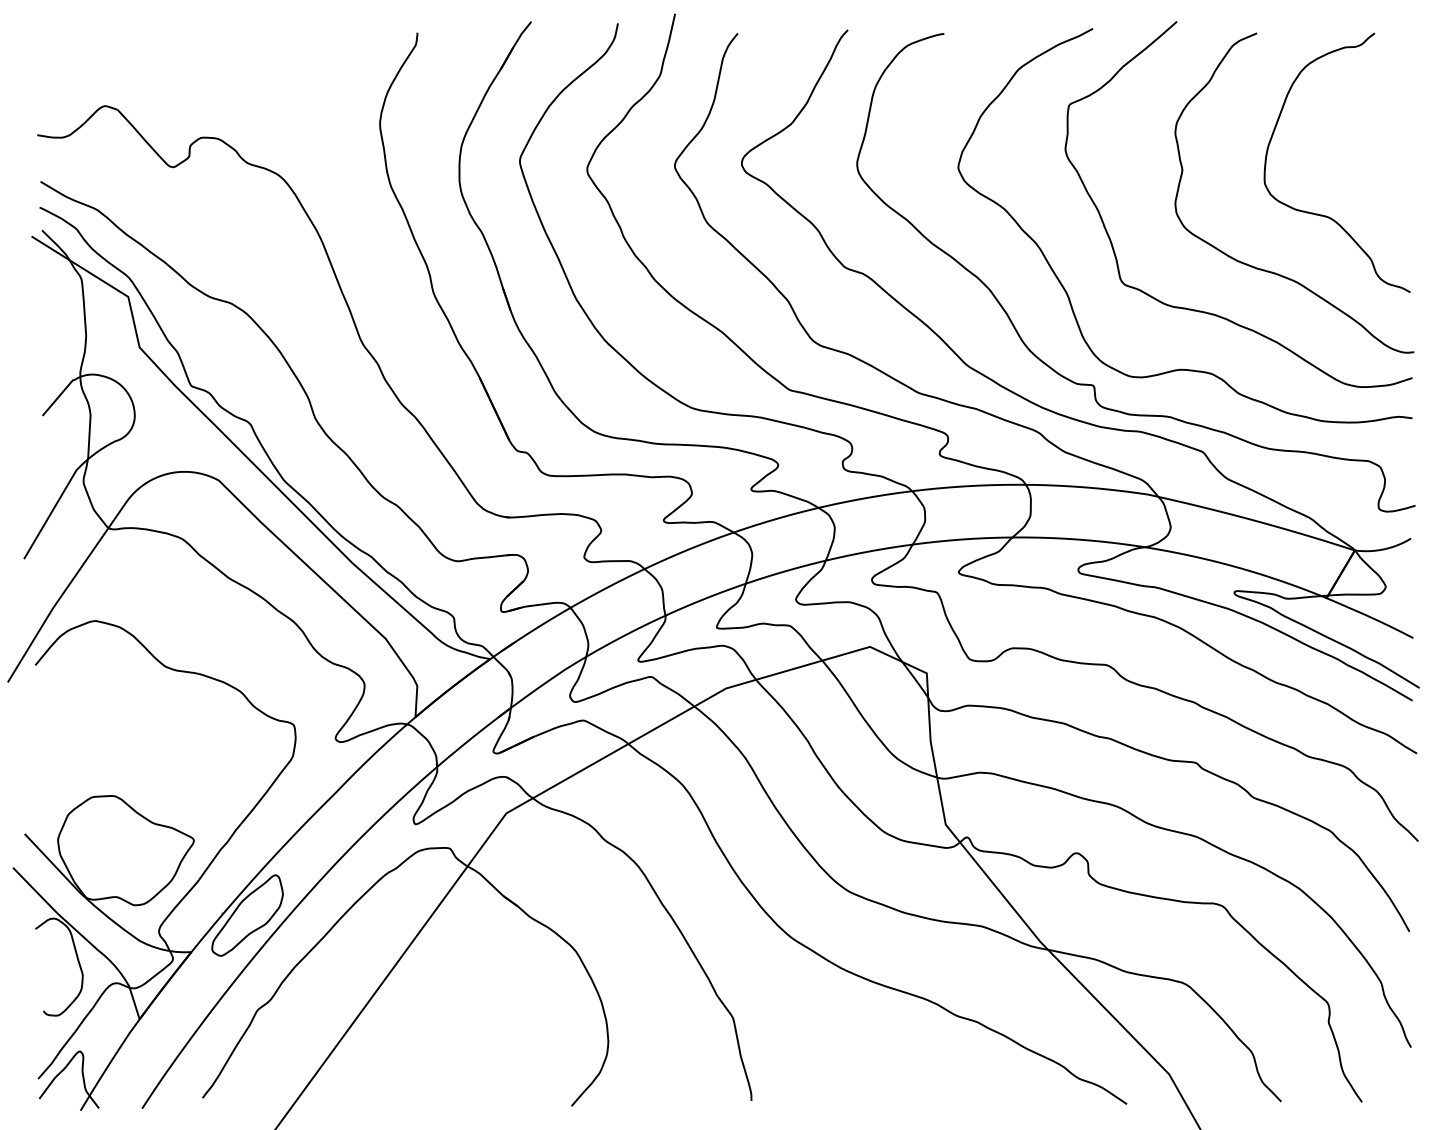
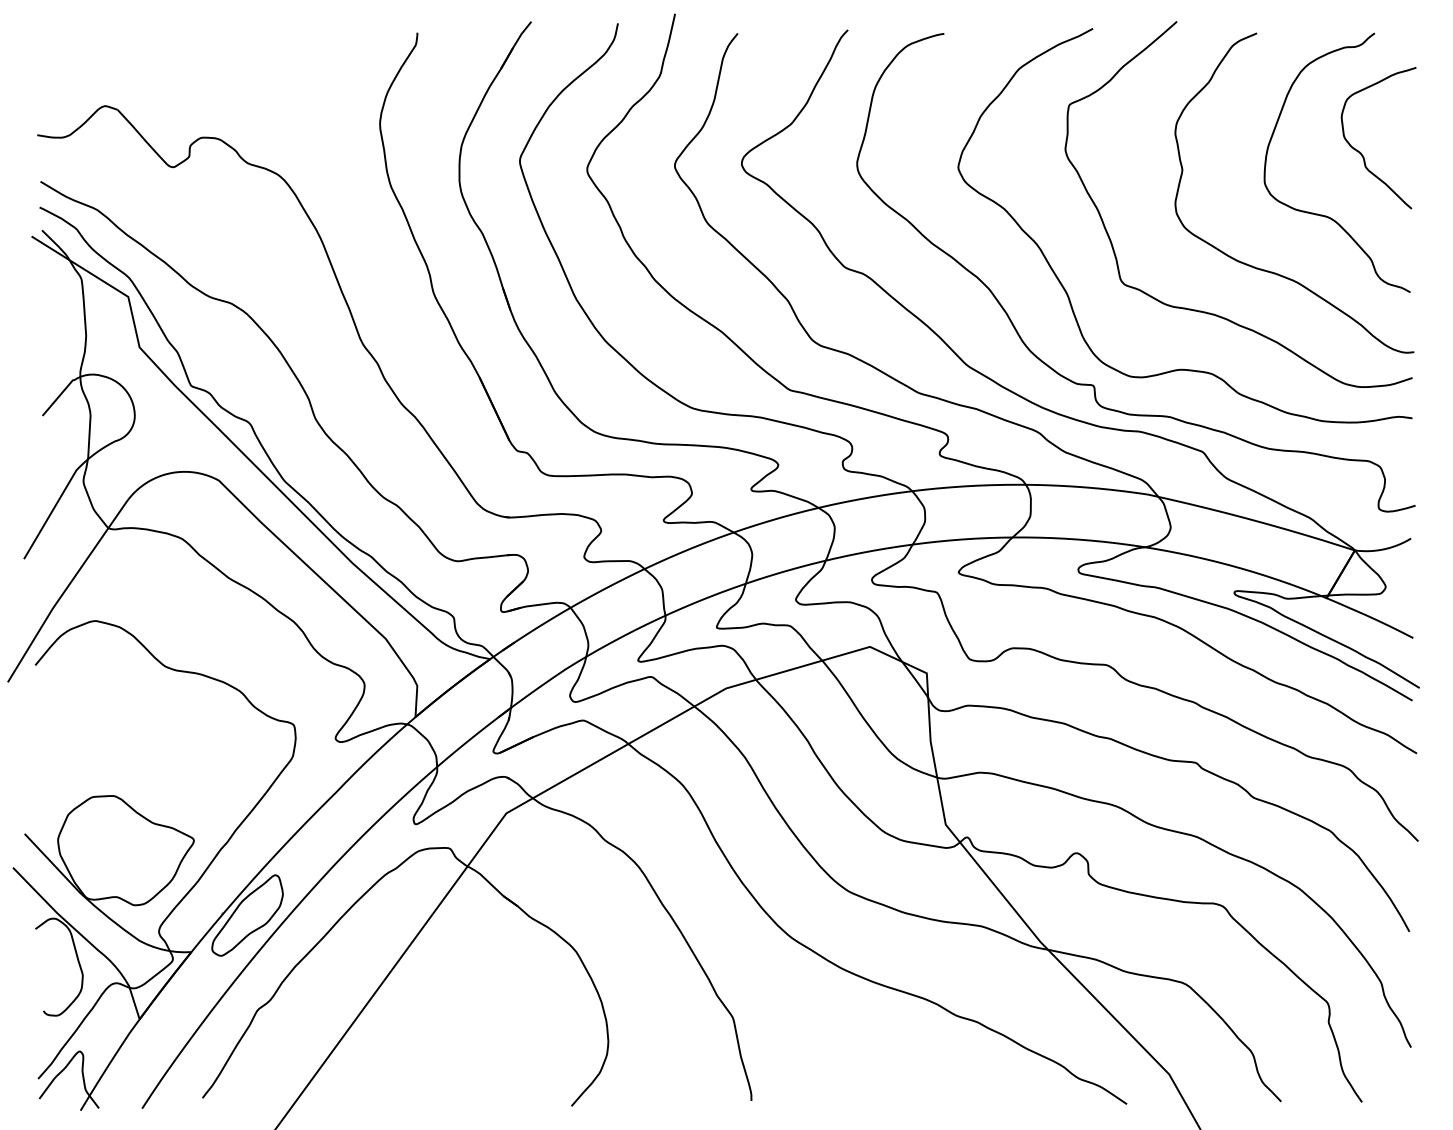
curve at (1361, 152): none -> present
